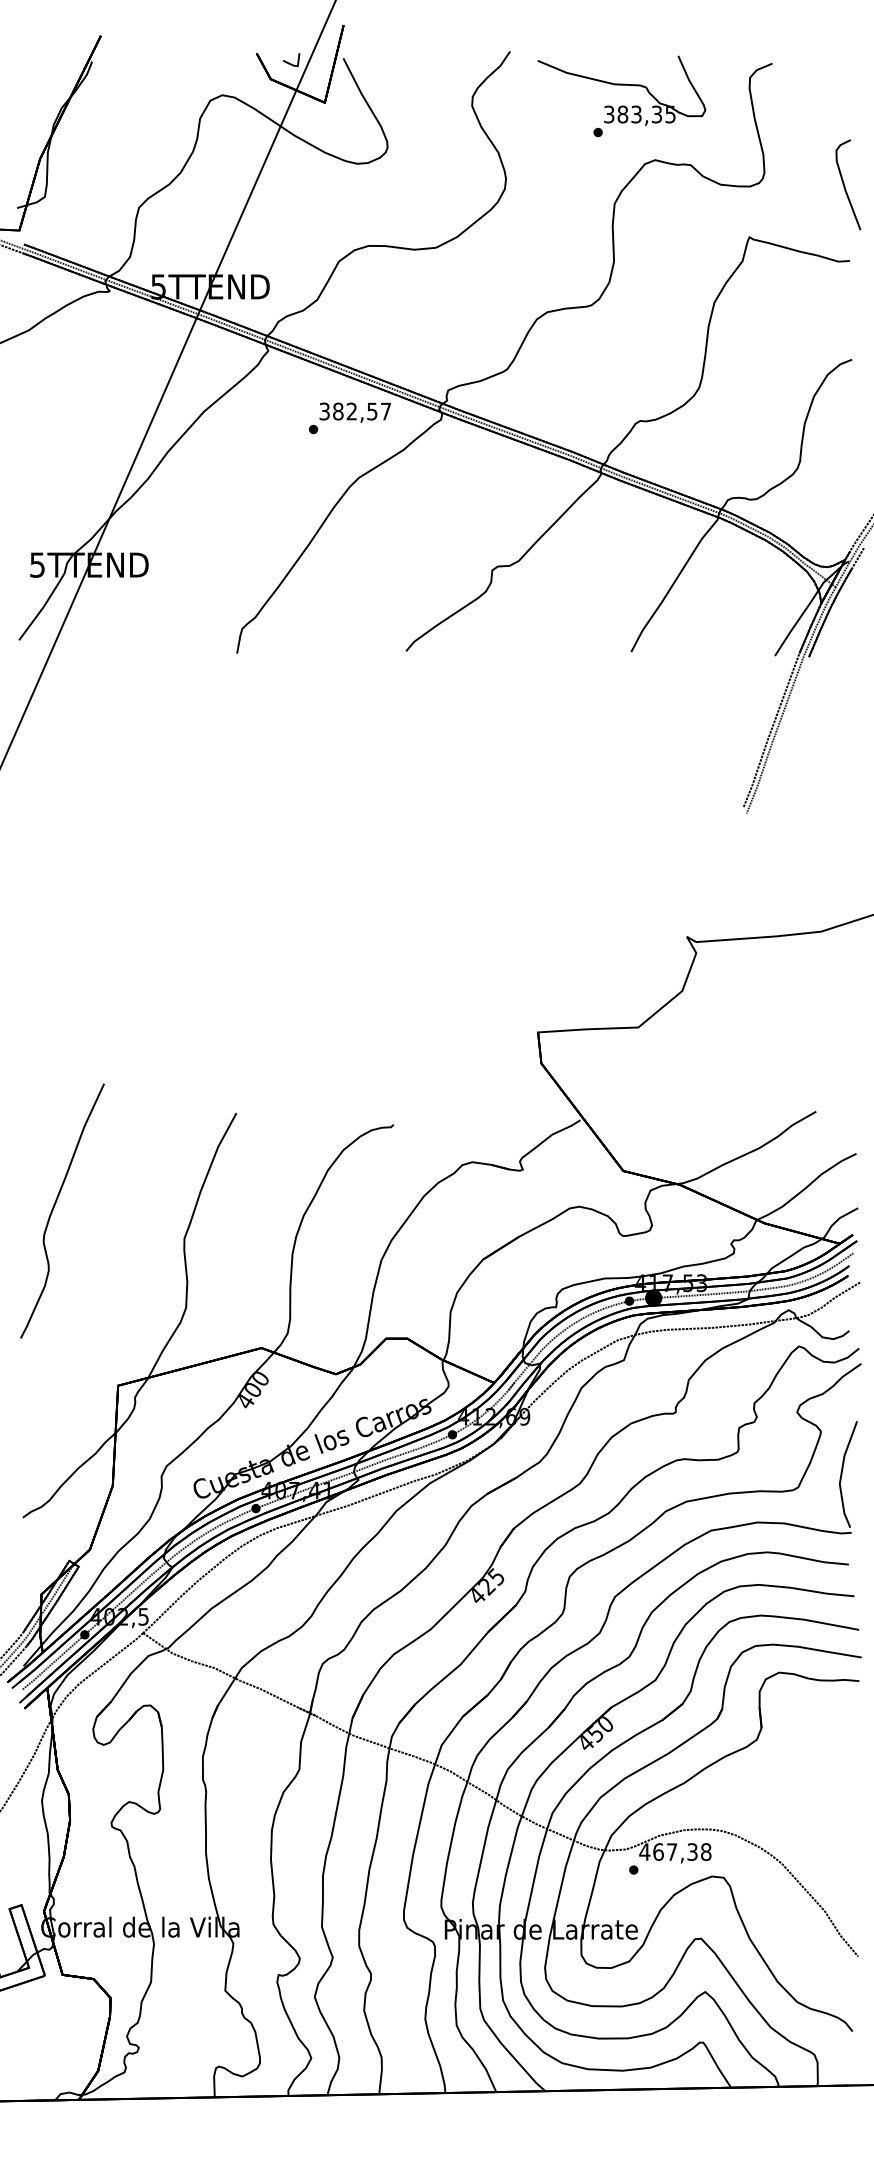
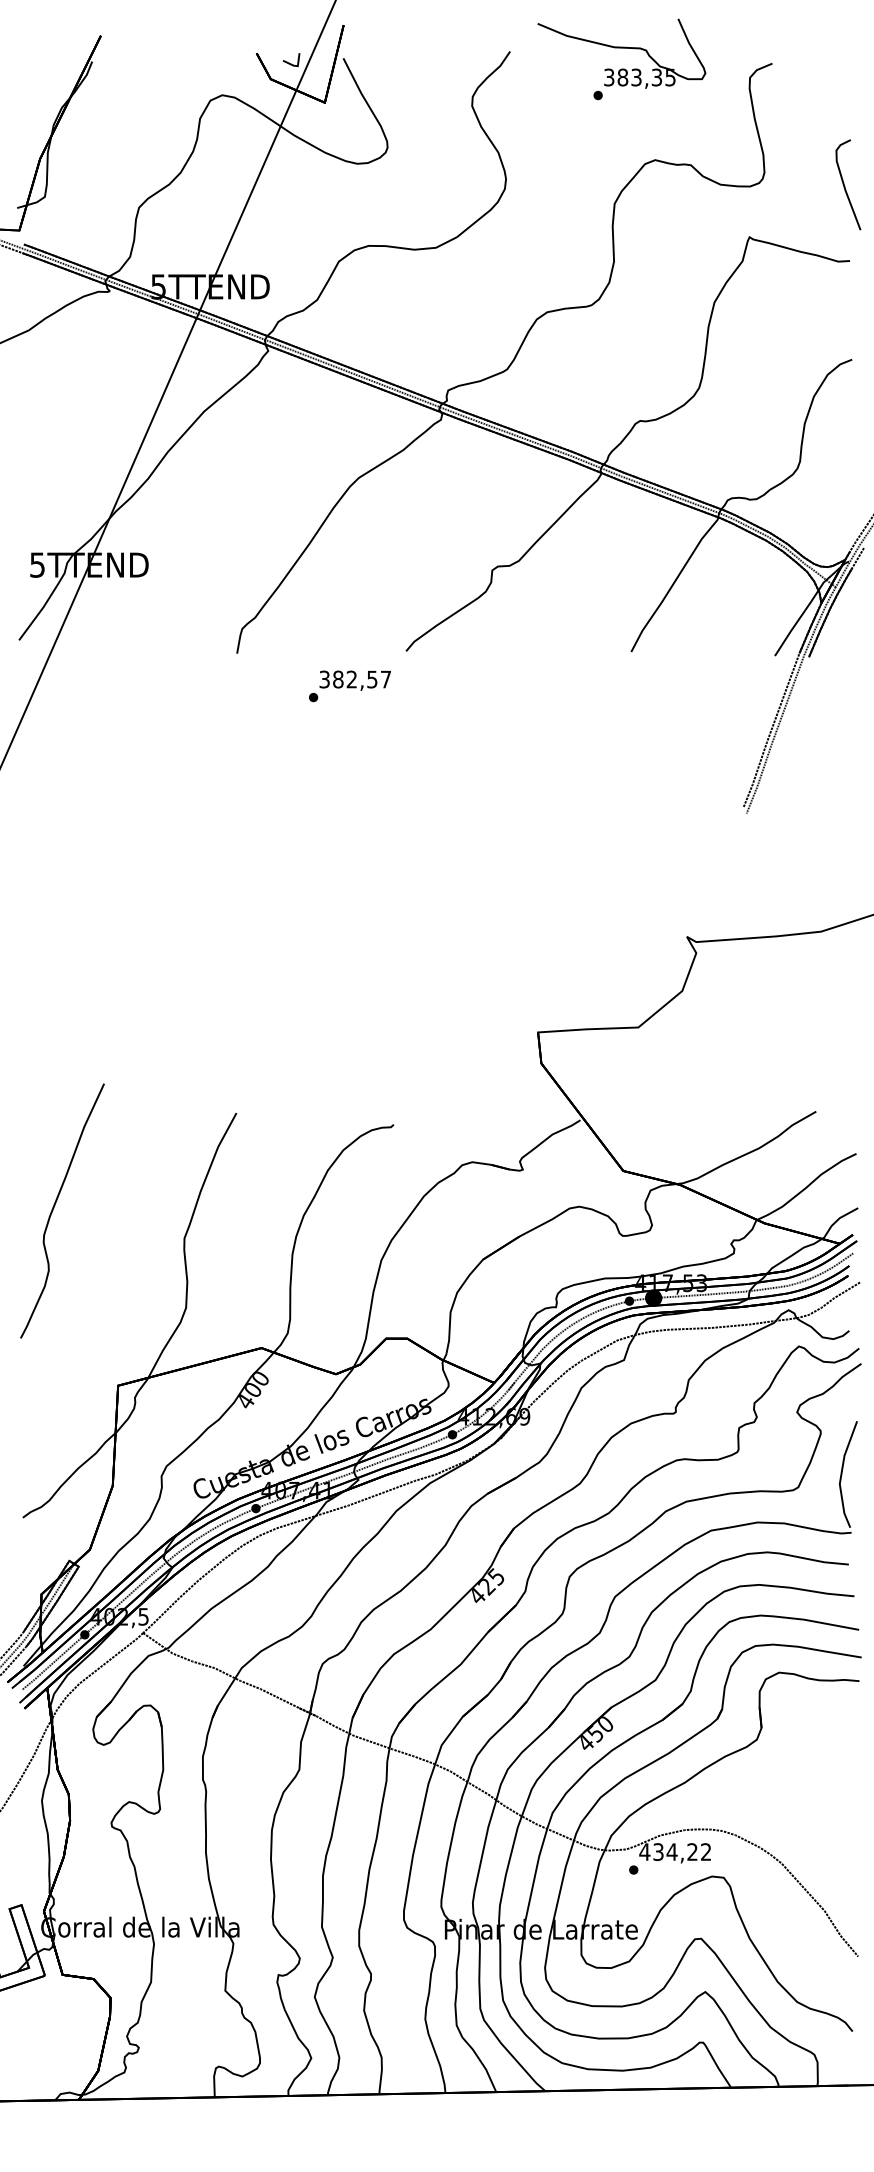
part at (621, 105) position: (621, 105) -> (621, 68)
text at (349, 418) position: (349, 418) -> (349, 686)
text at (682, 1851): 467,38 -> 434,22
